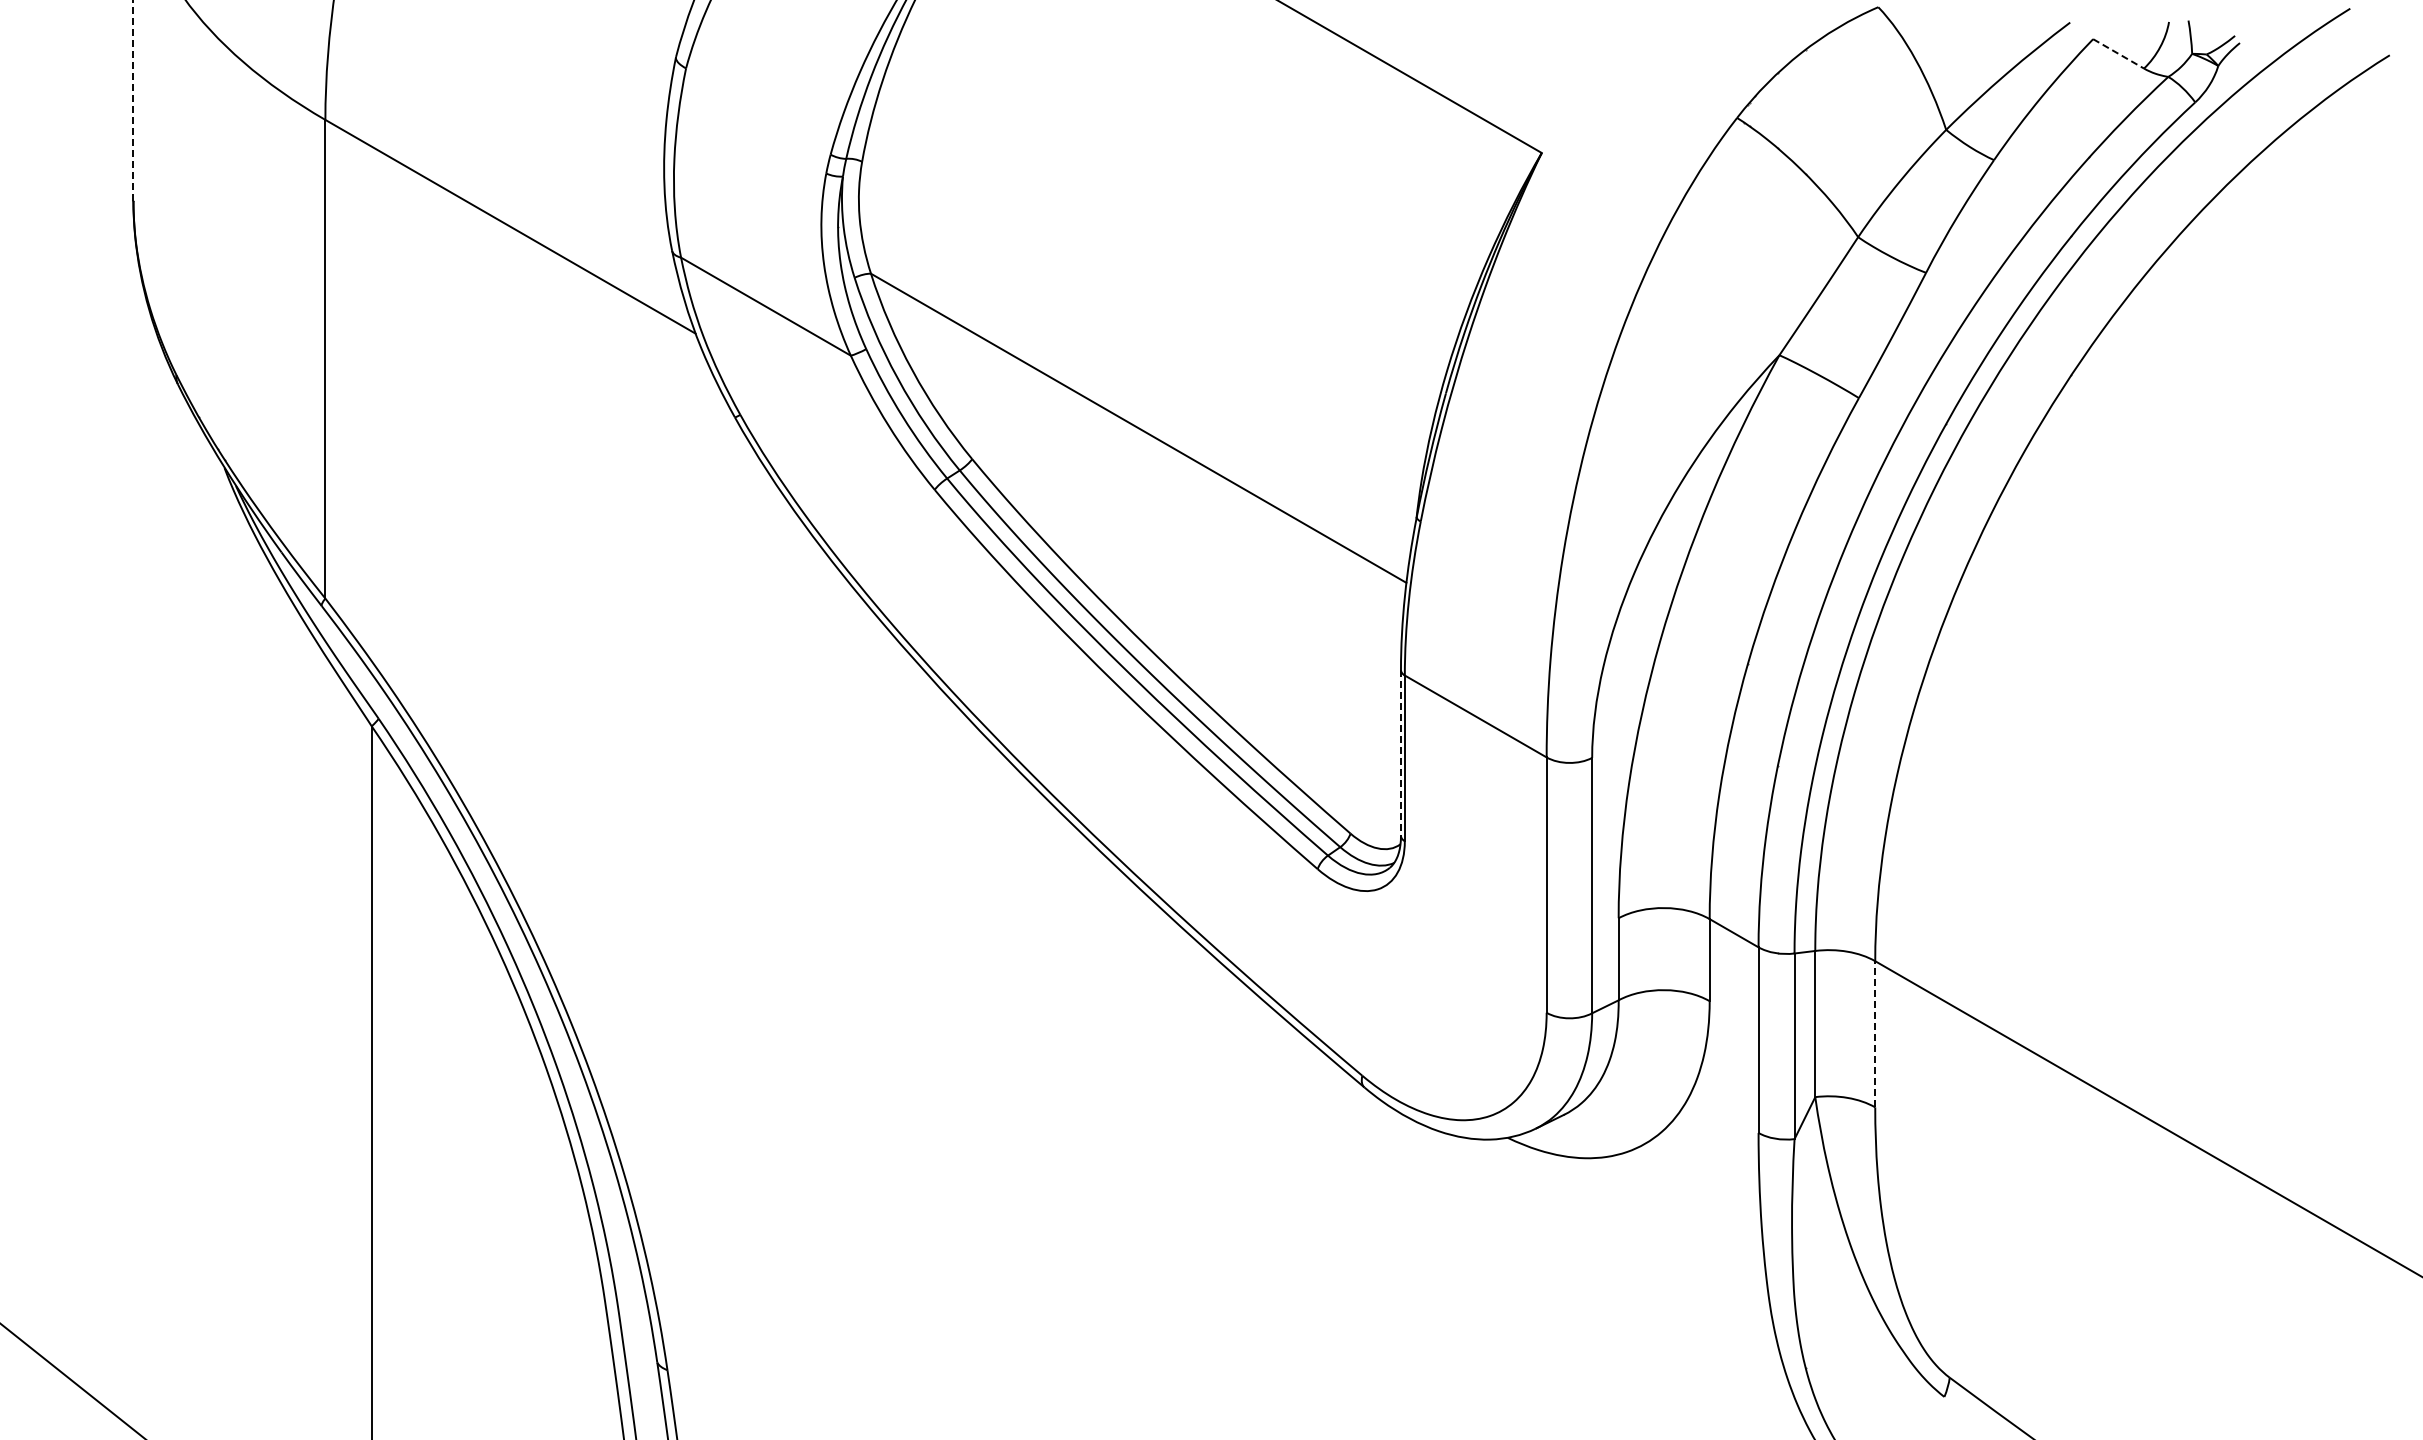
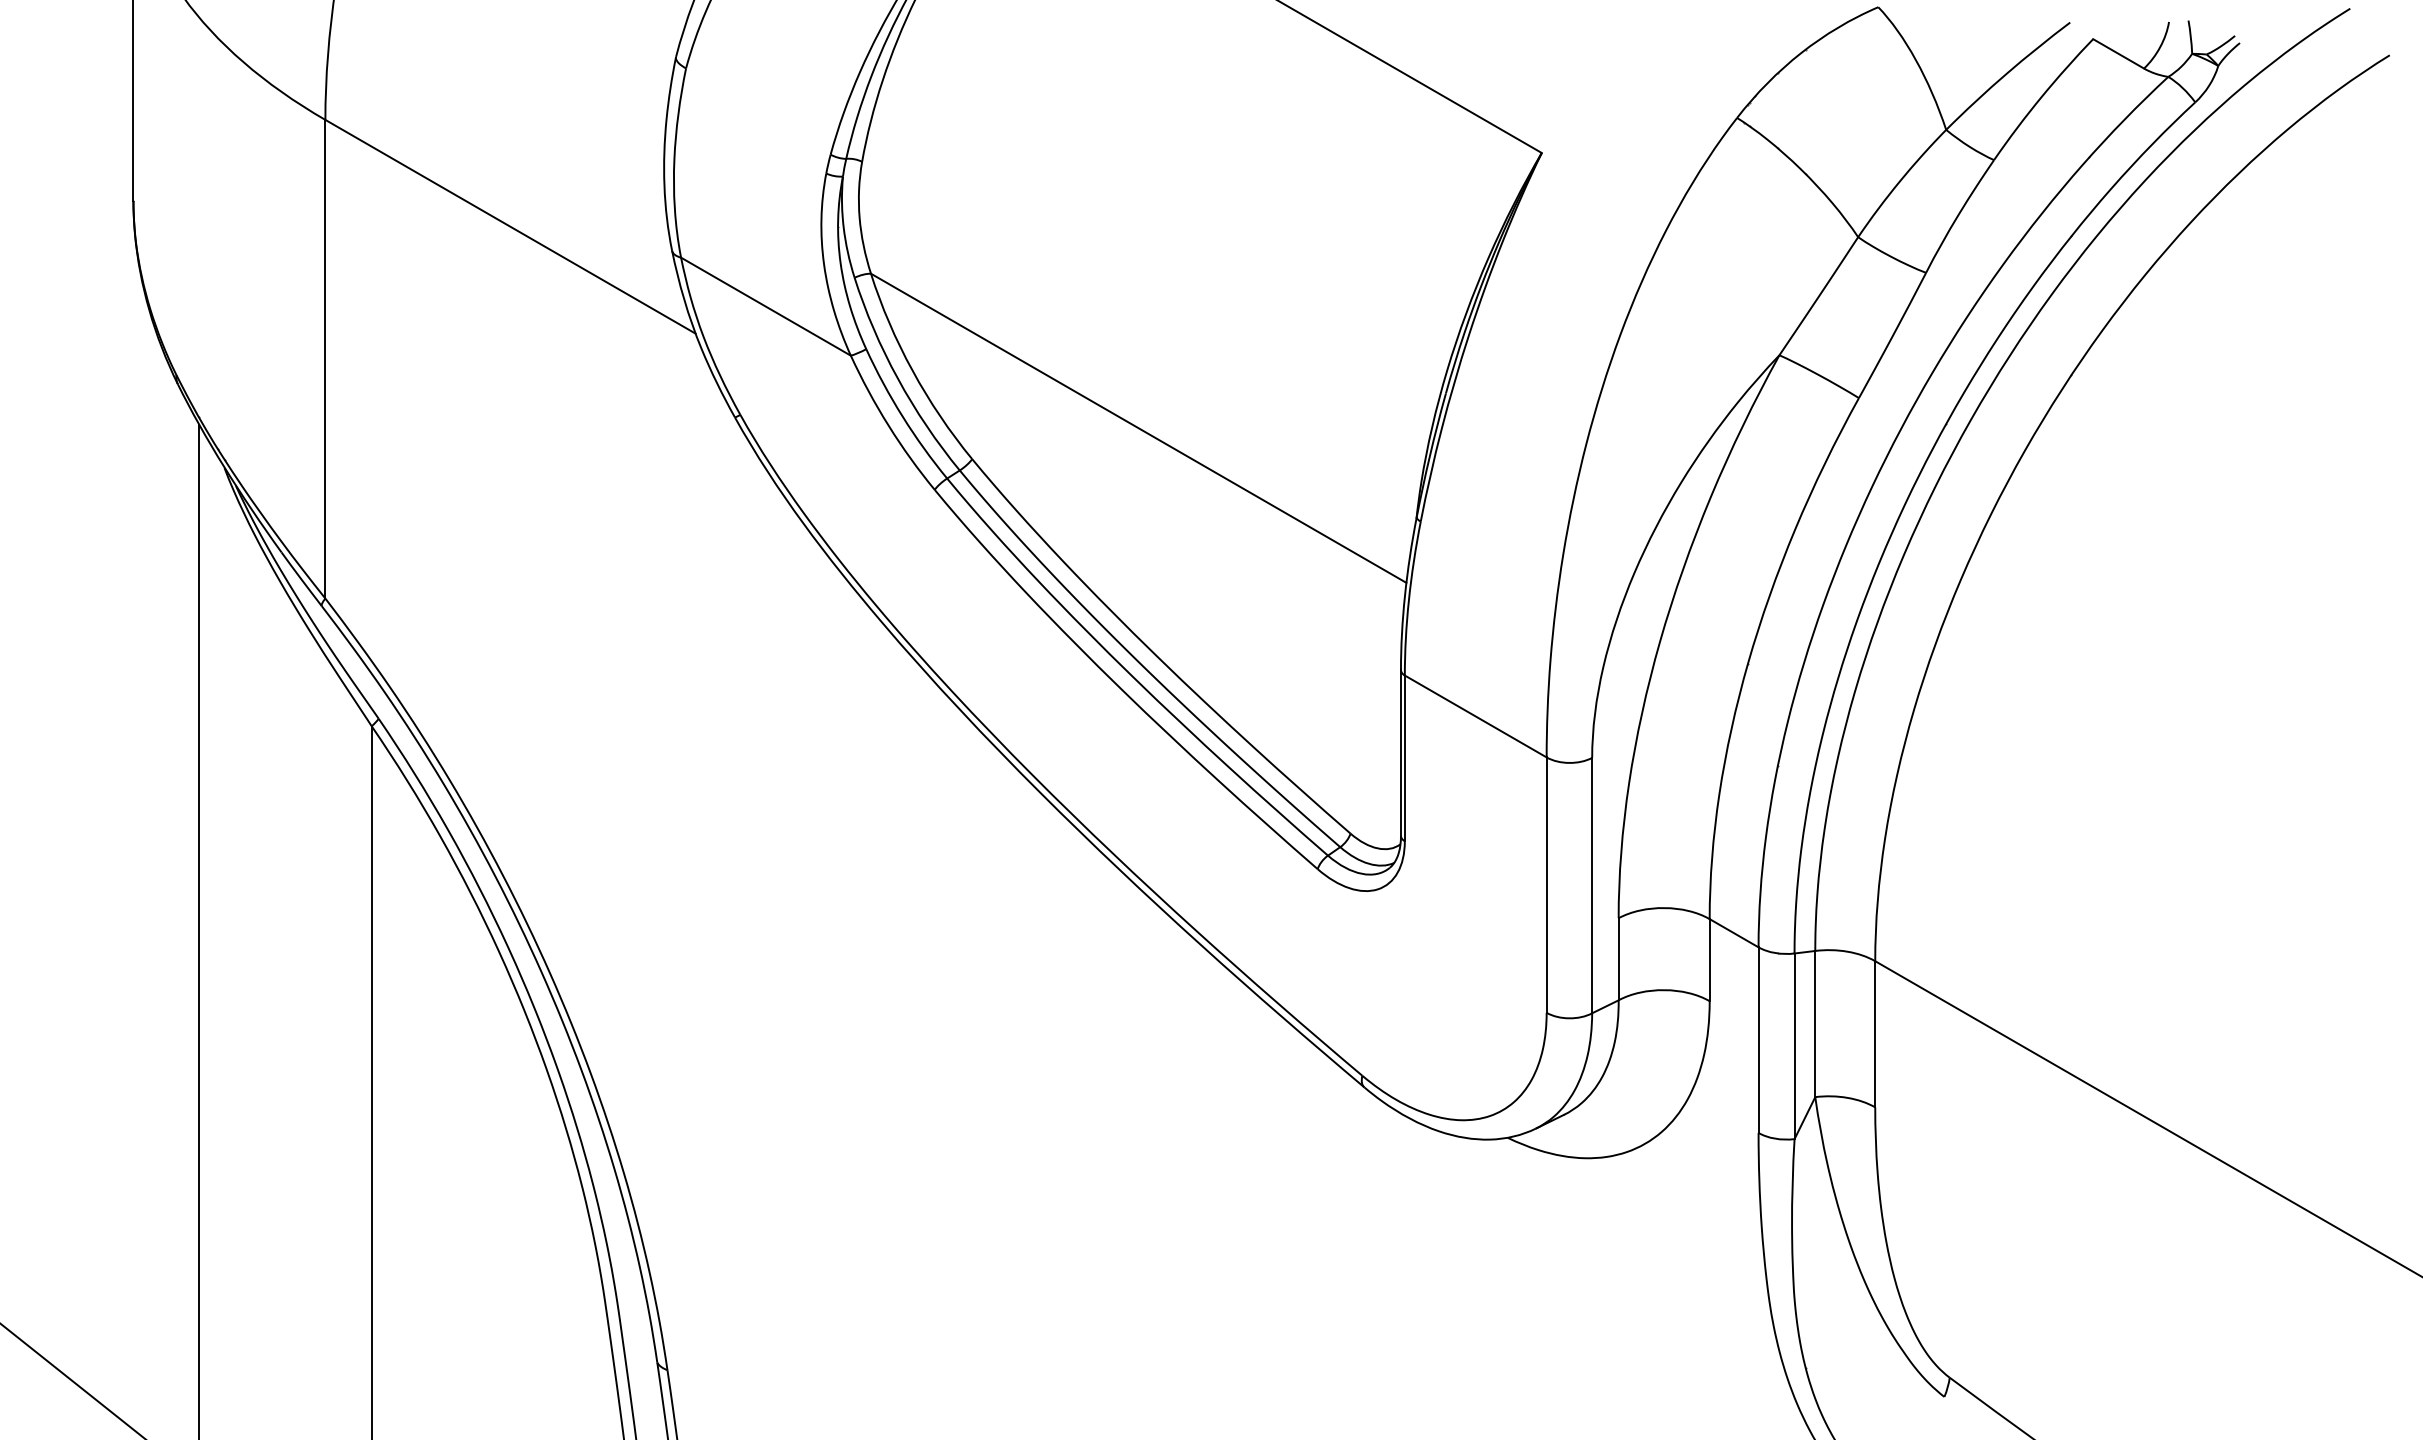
line at (2119, 54): dashed -> solid
line at (133, 100): dashed -> solid
line at (1400, 753): dashed -> solid
line at (198, 930): none -> present
line at (1875, 1033): dashed -> solid
